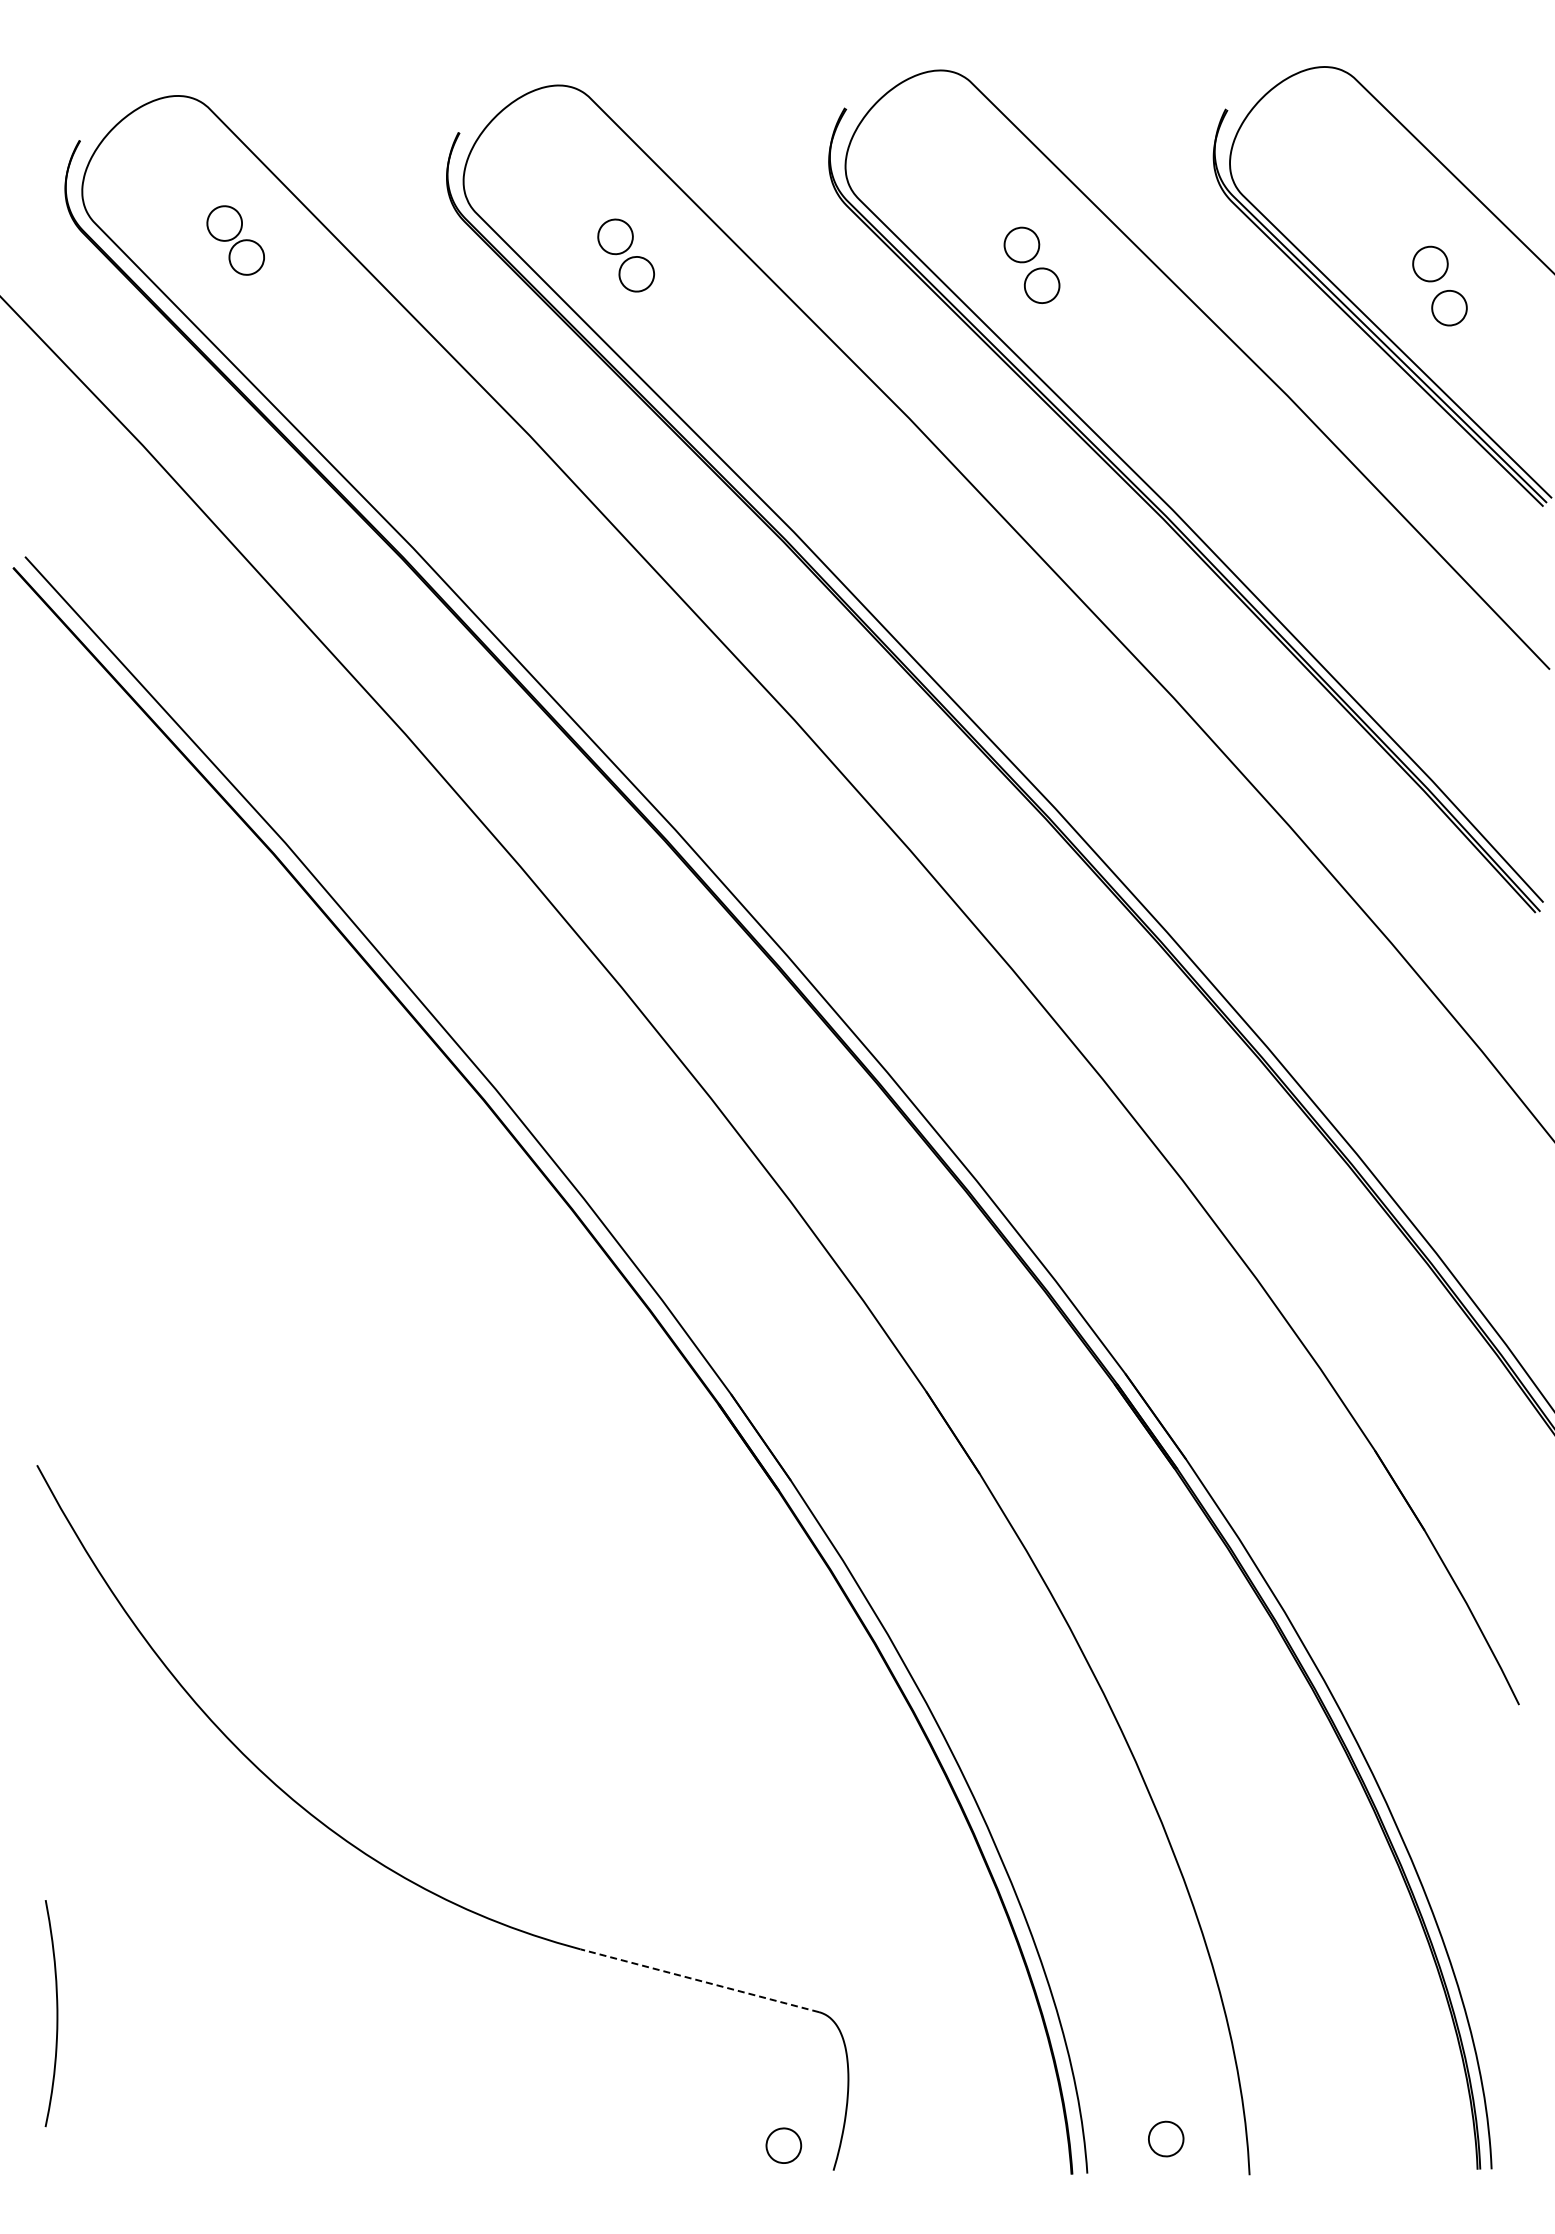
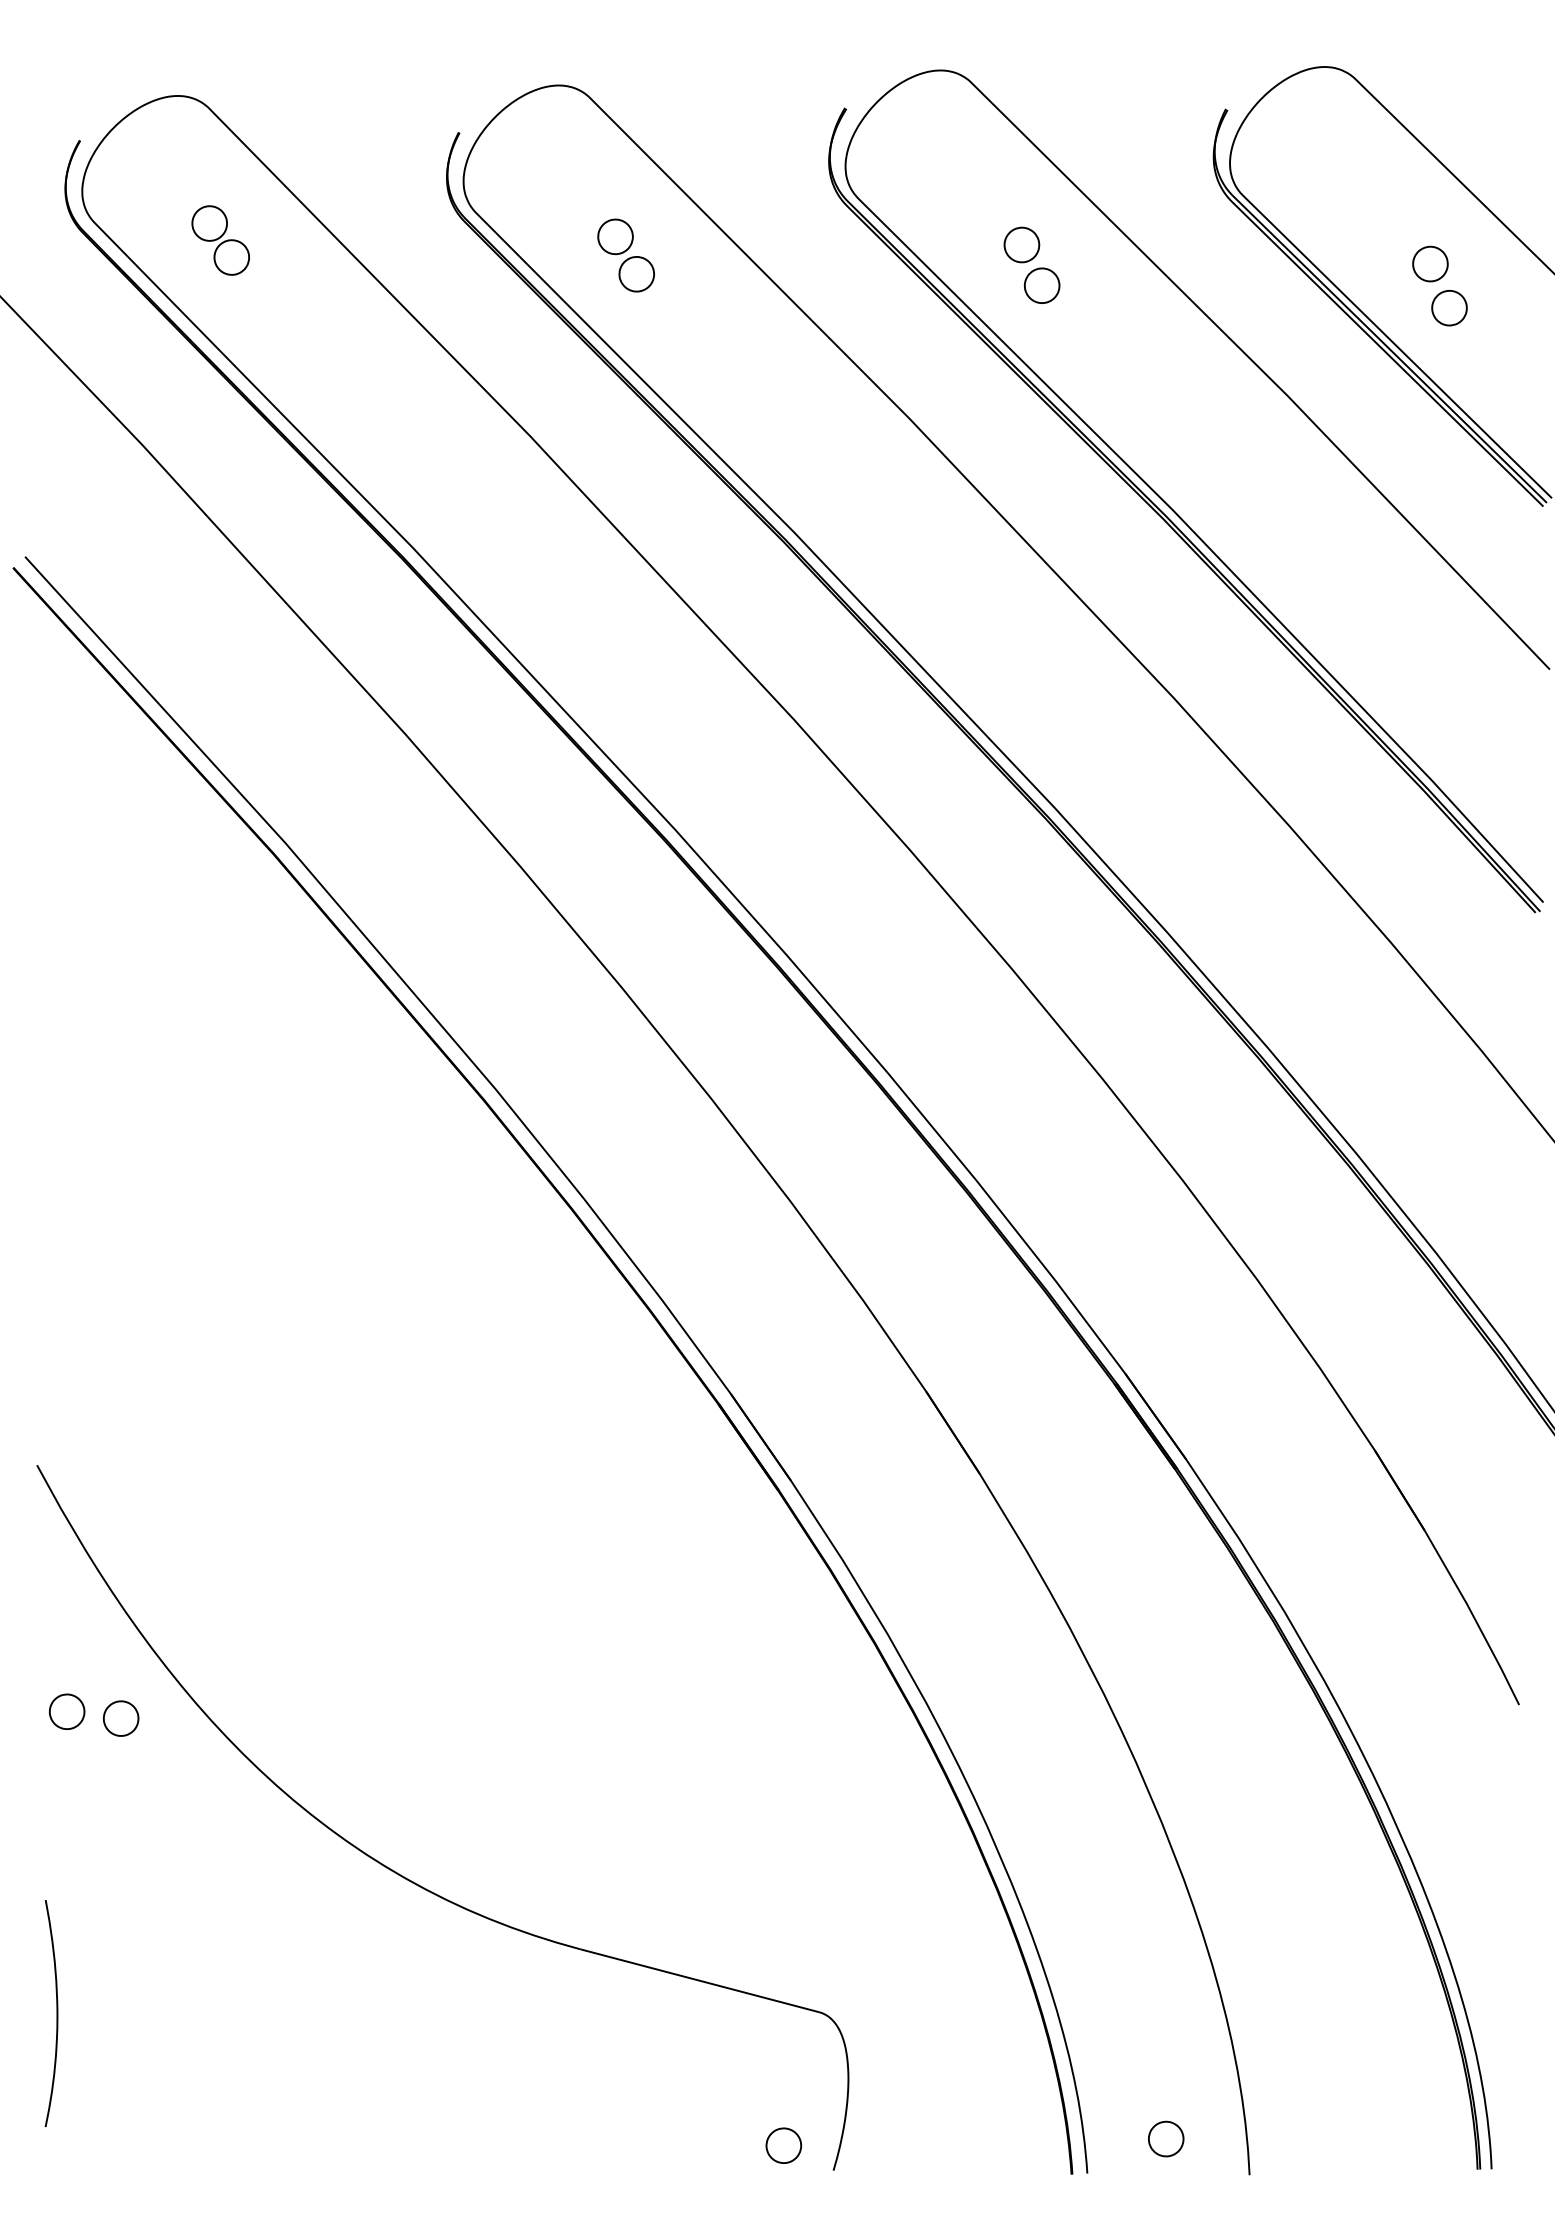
part at (235, 240) position: (235, 240) -> (220, 240)
part at (66, 1711): none -> present
part at (121, 1718): none -> present
line at (699, 1980): dashed -> solid
